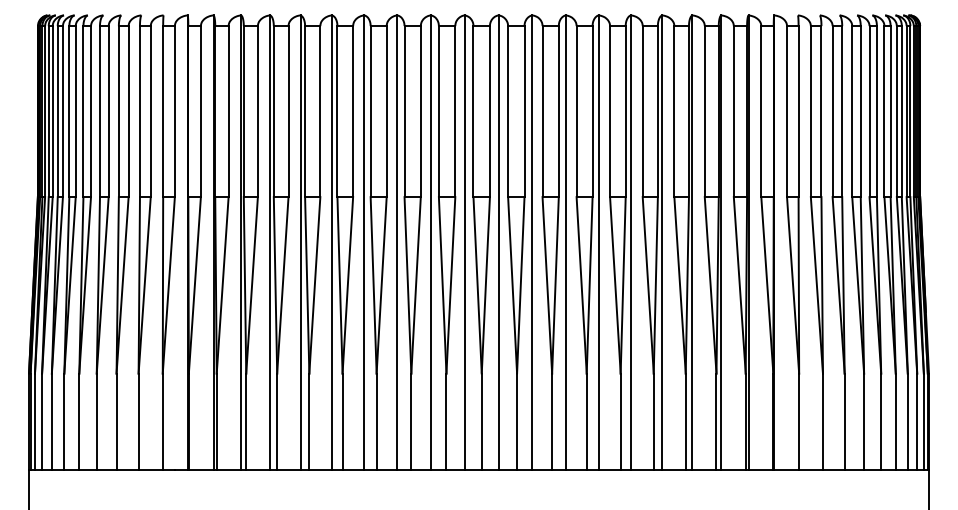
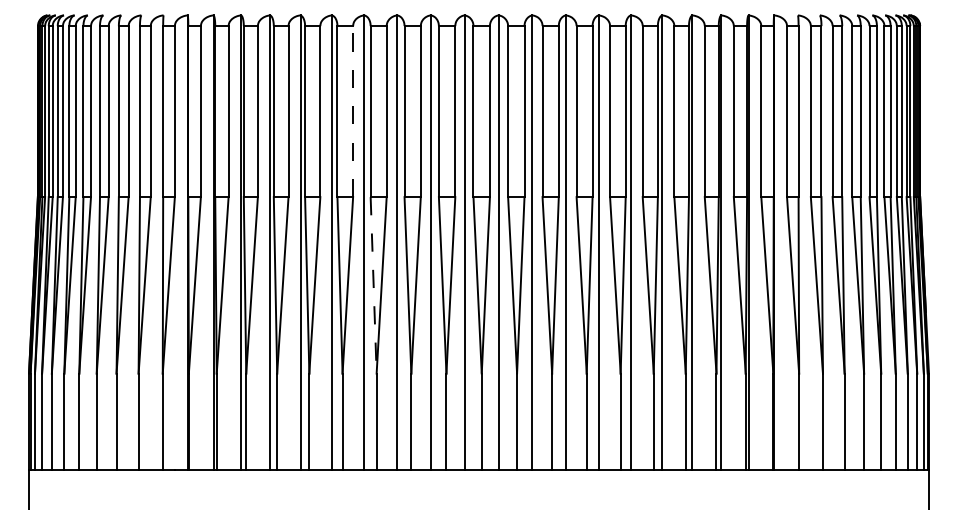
line at (353, 111): solid -> dashed
line at (373, 285): solid -> dashed
